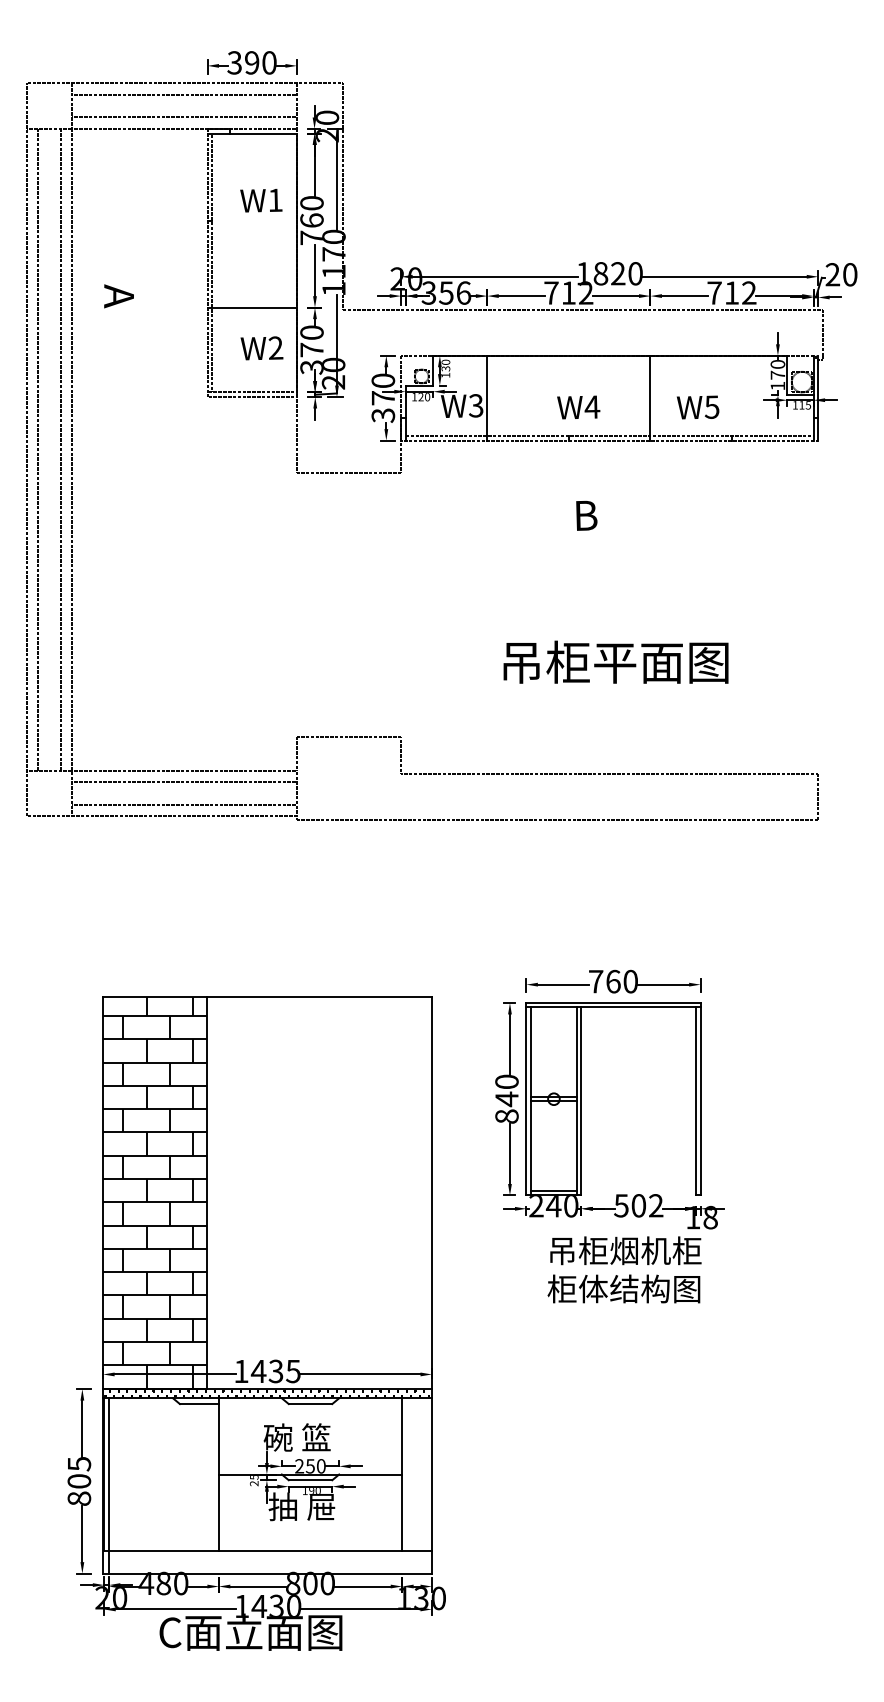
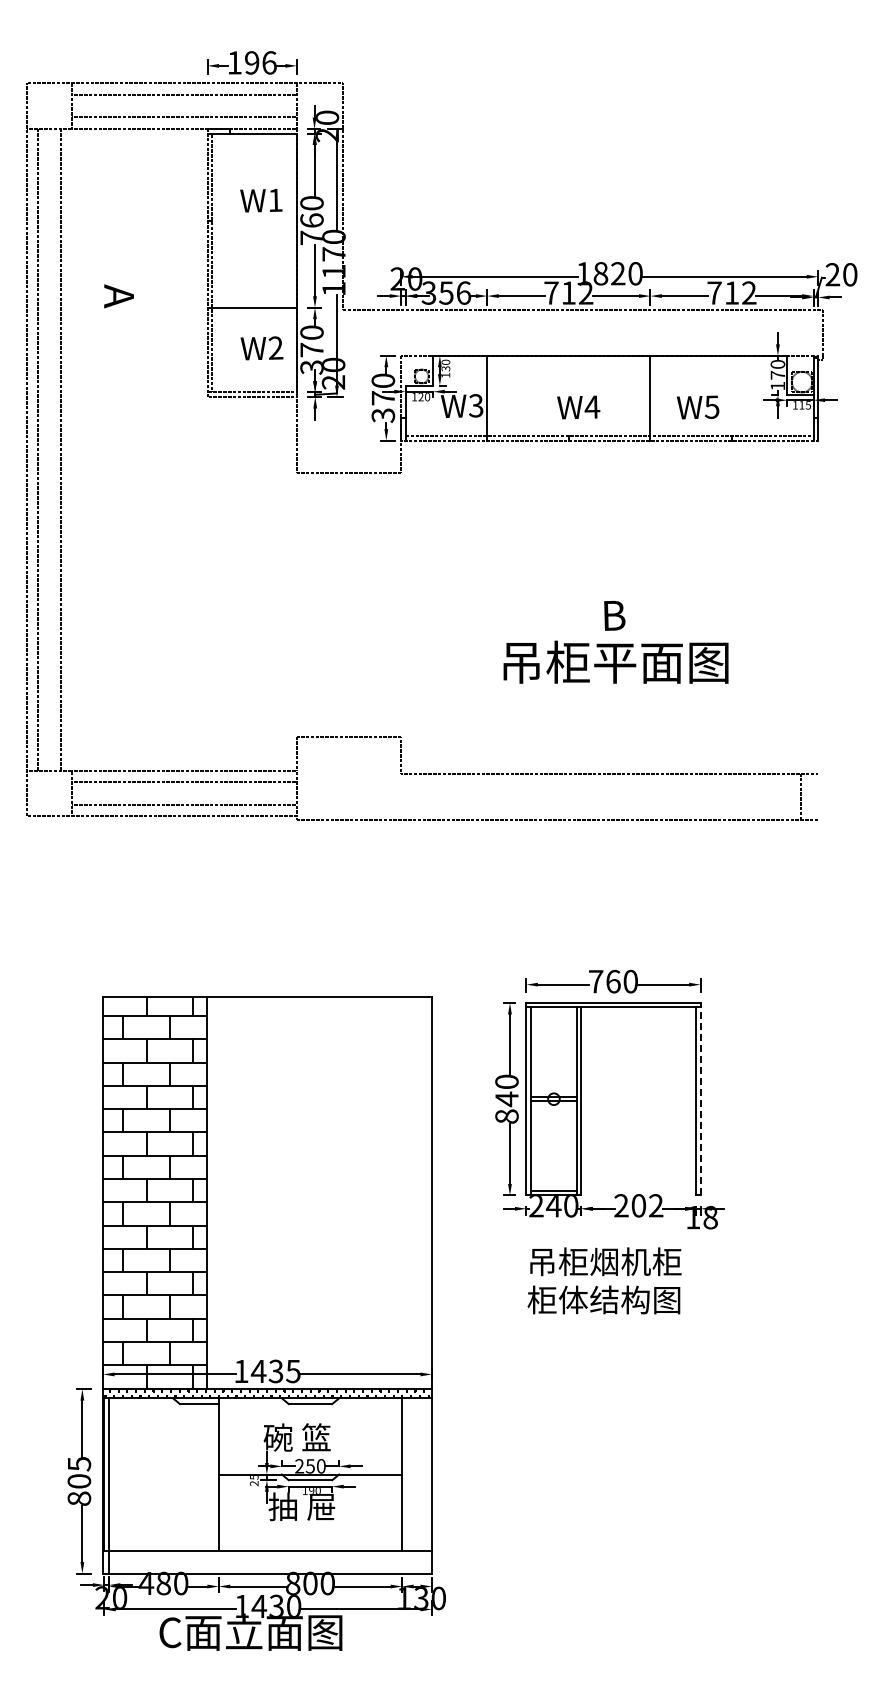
text at (251, 62): 390 -> 196
line at (72, 449): present -> none
text at (586, 515) position: (586, 515) -> (614, 615)
line at (818, 796) position: (818, 796) -> (801, 796)
line at (700, 1098): solid -> dashed
text at (621, 1205): 502 -> 202
text at (624, 1269) position: (624, 1269) -> (604, 1280)
